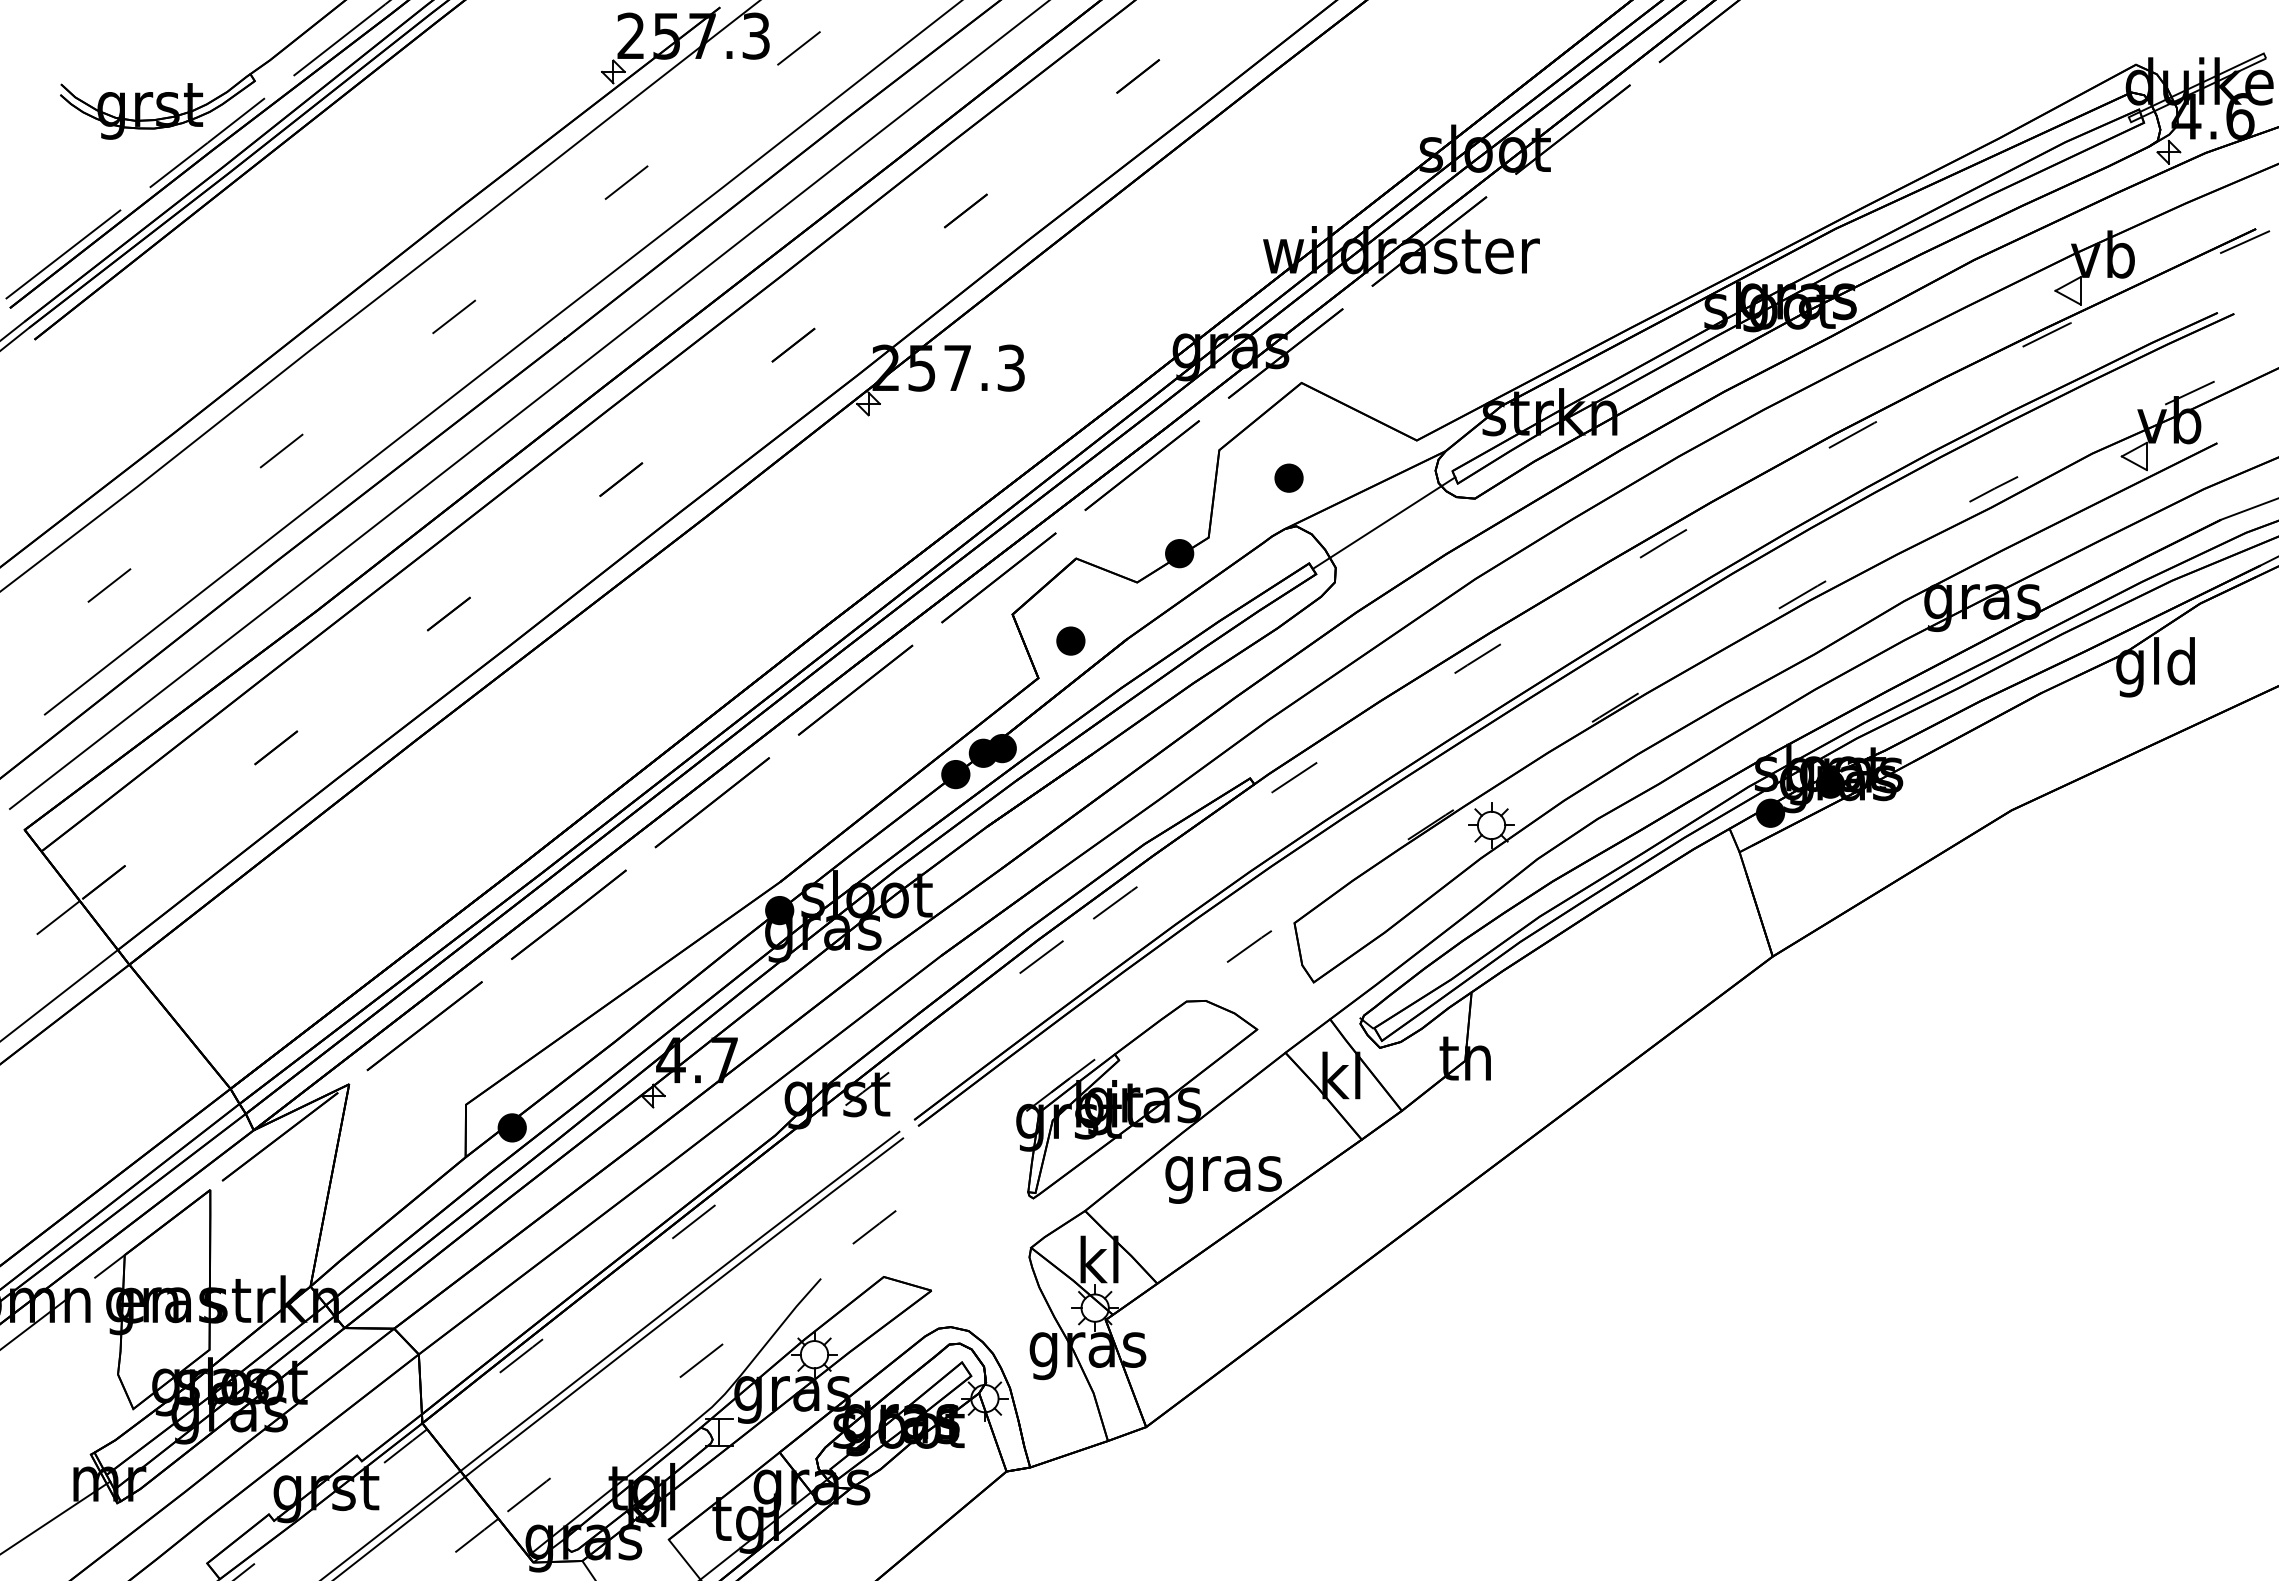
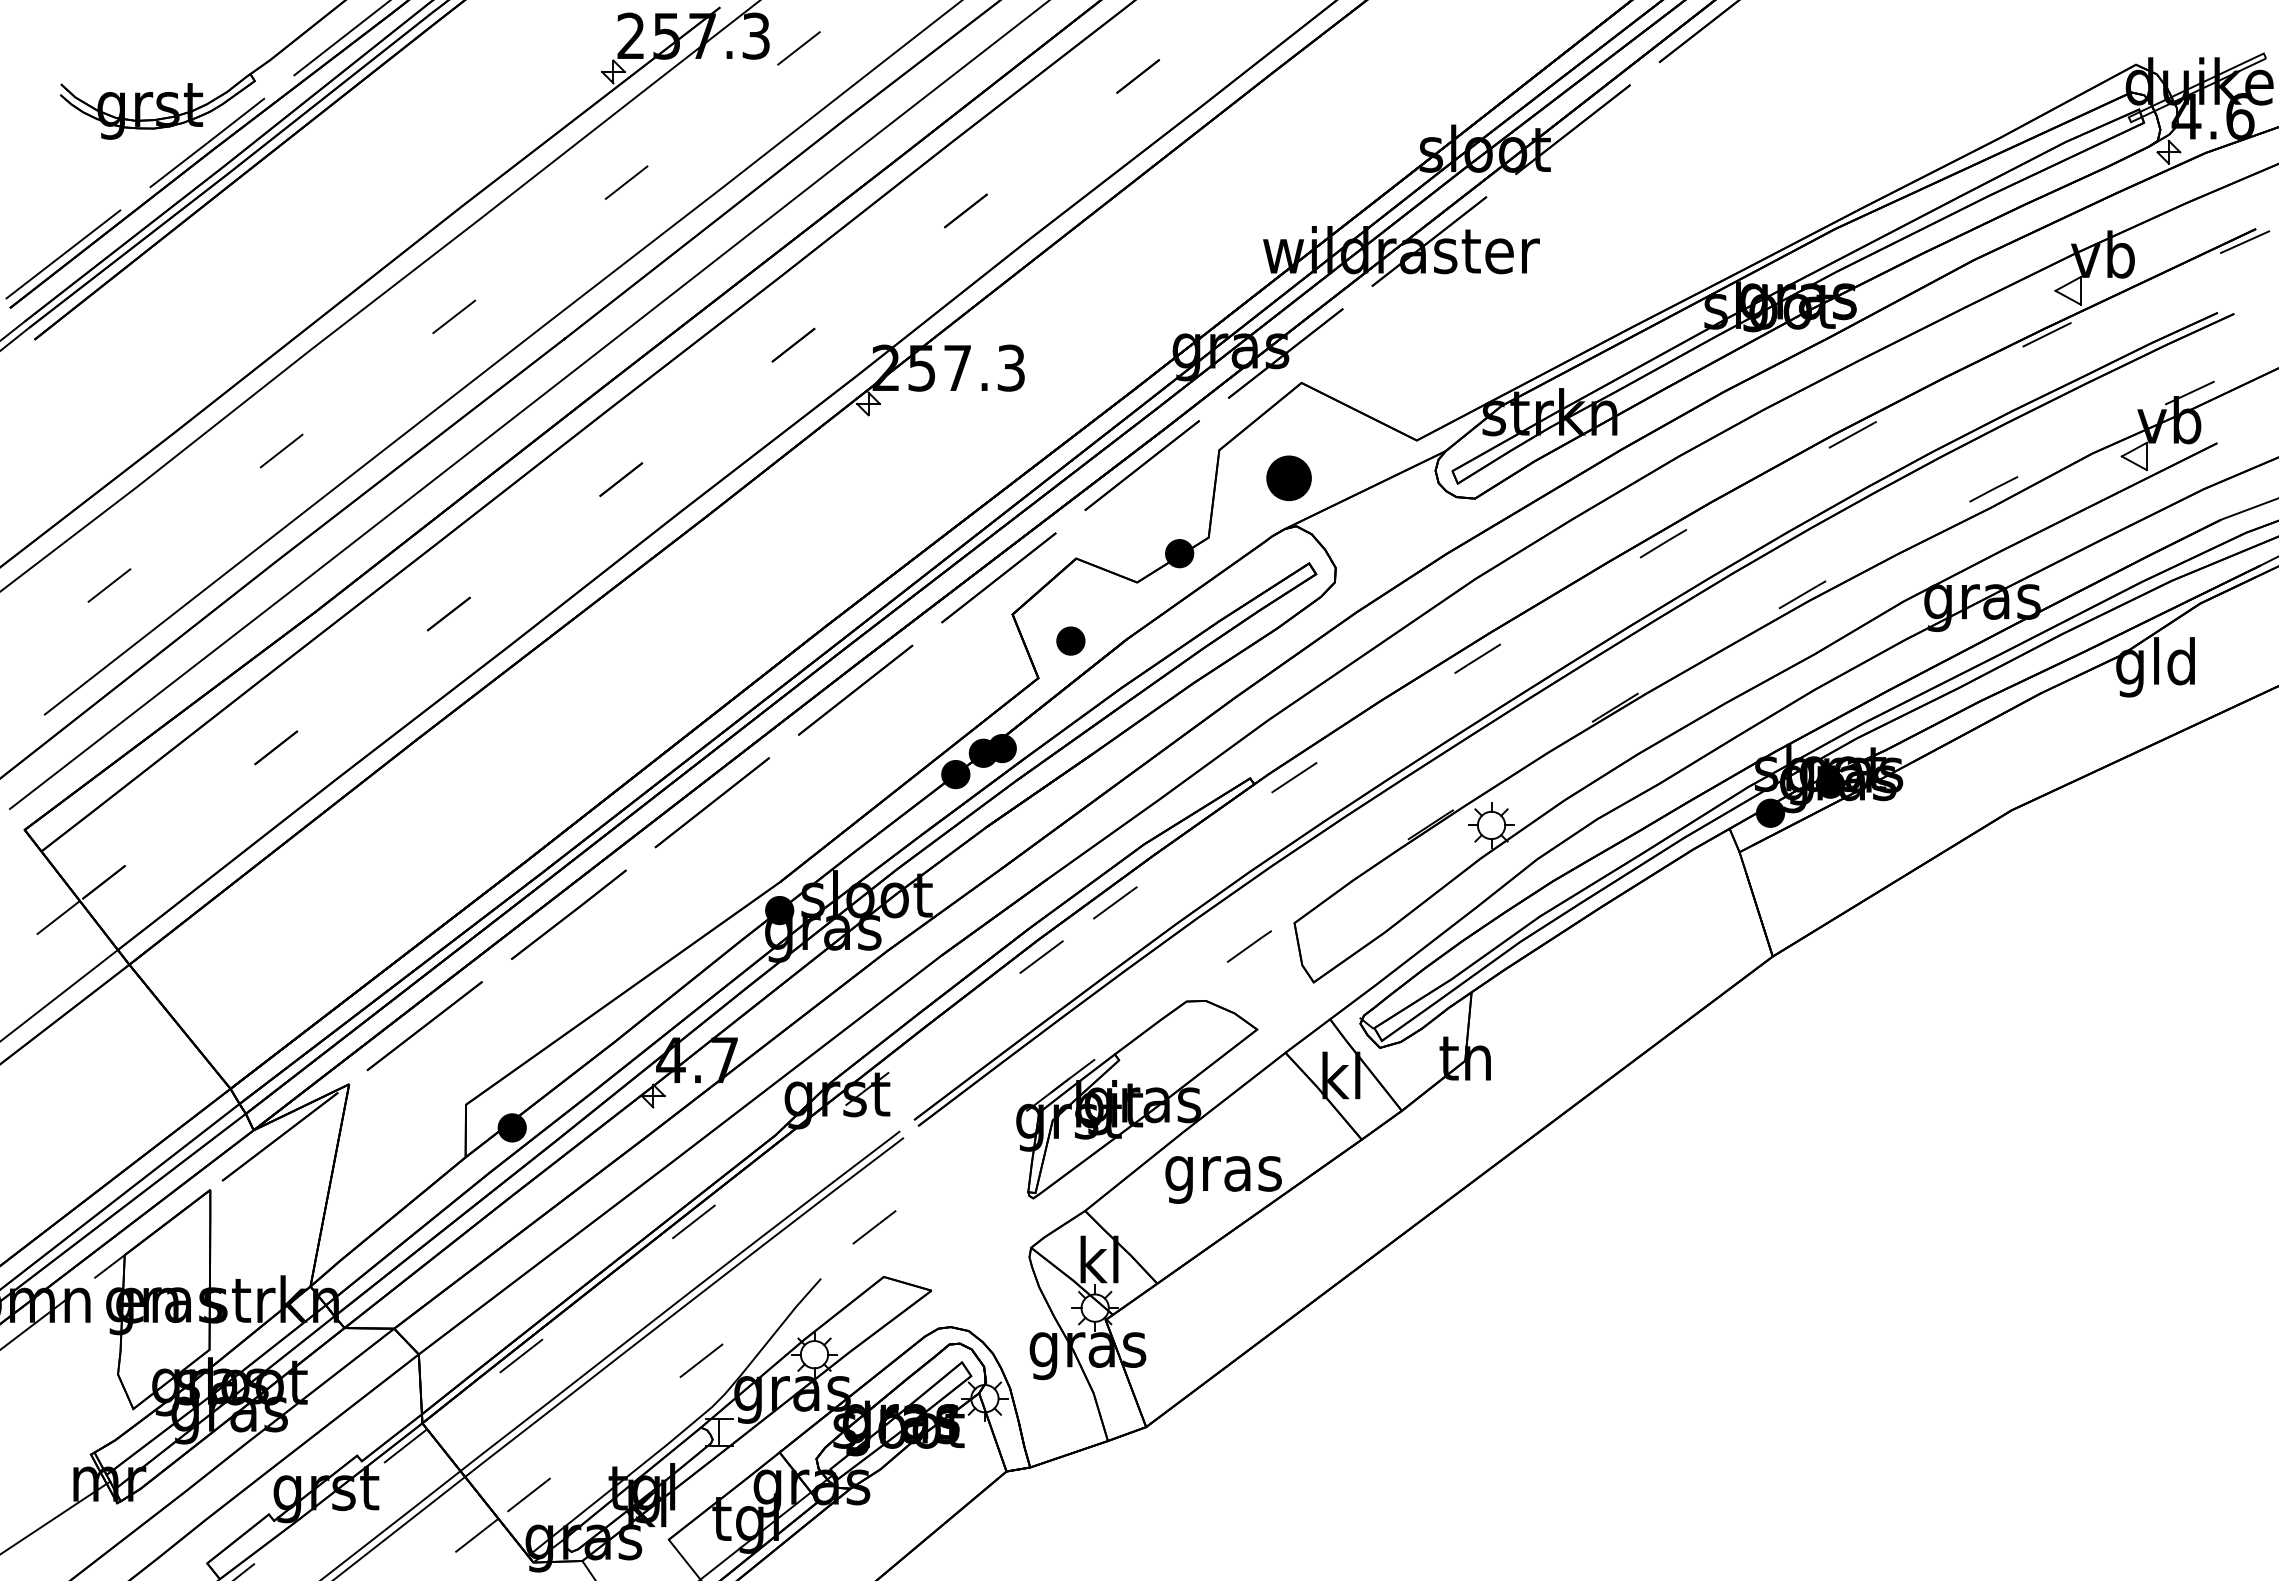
part at (1288, 477) size: 30x30 px -> 46x47 px
line at (1383, 522): present -> none
